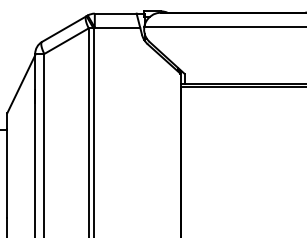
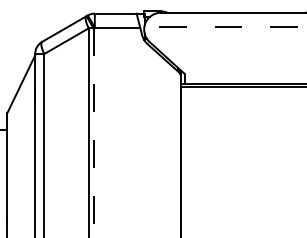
line at (225, 26): solid -> dashed
line at (93, 133): solid -> dashed
